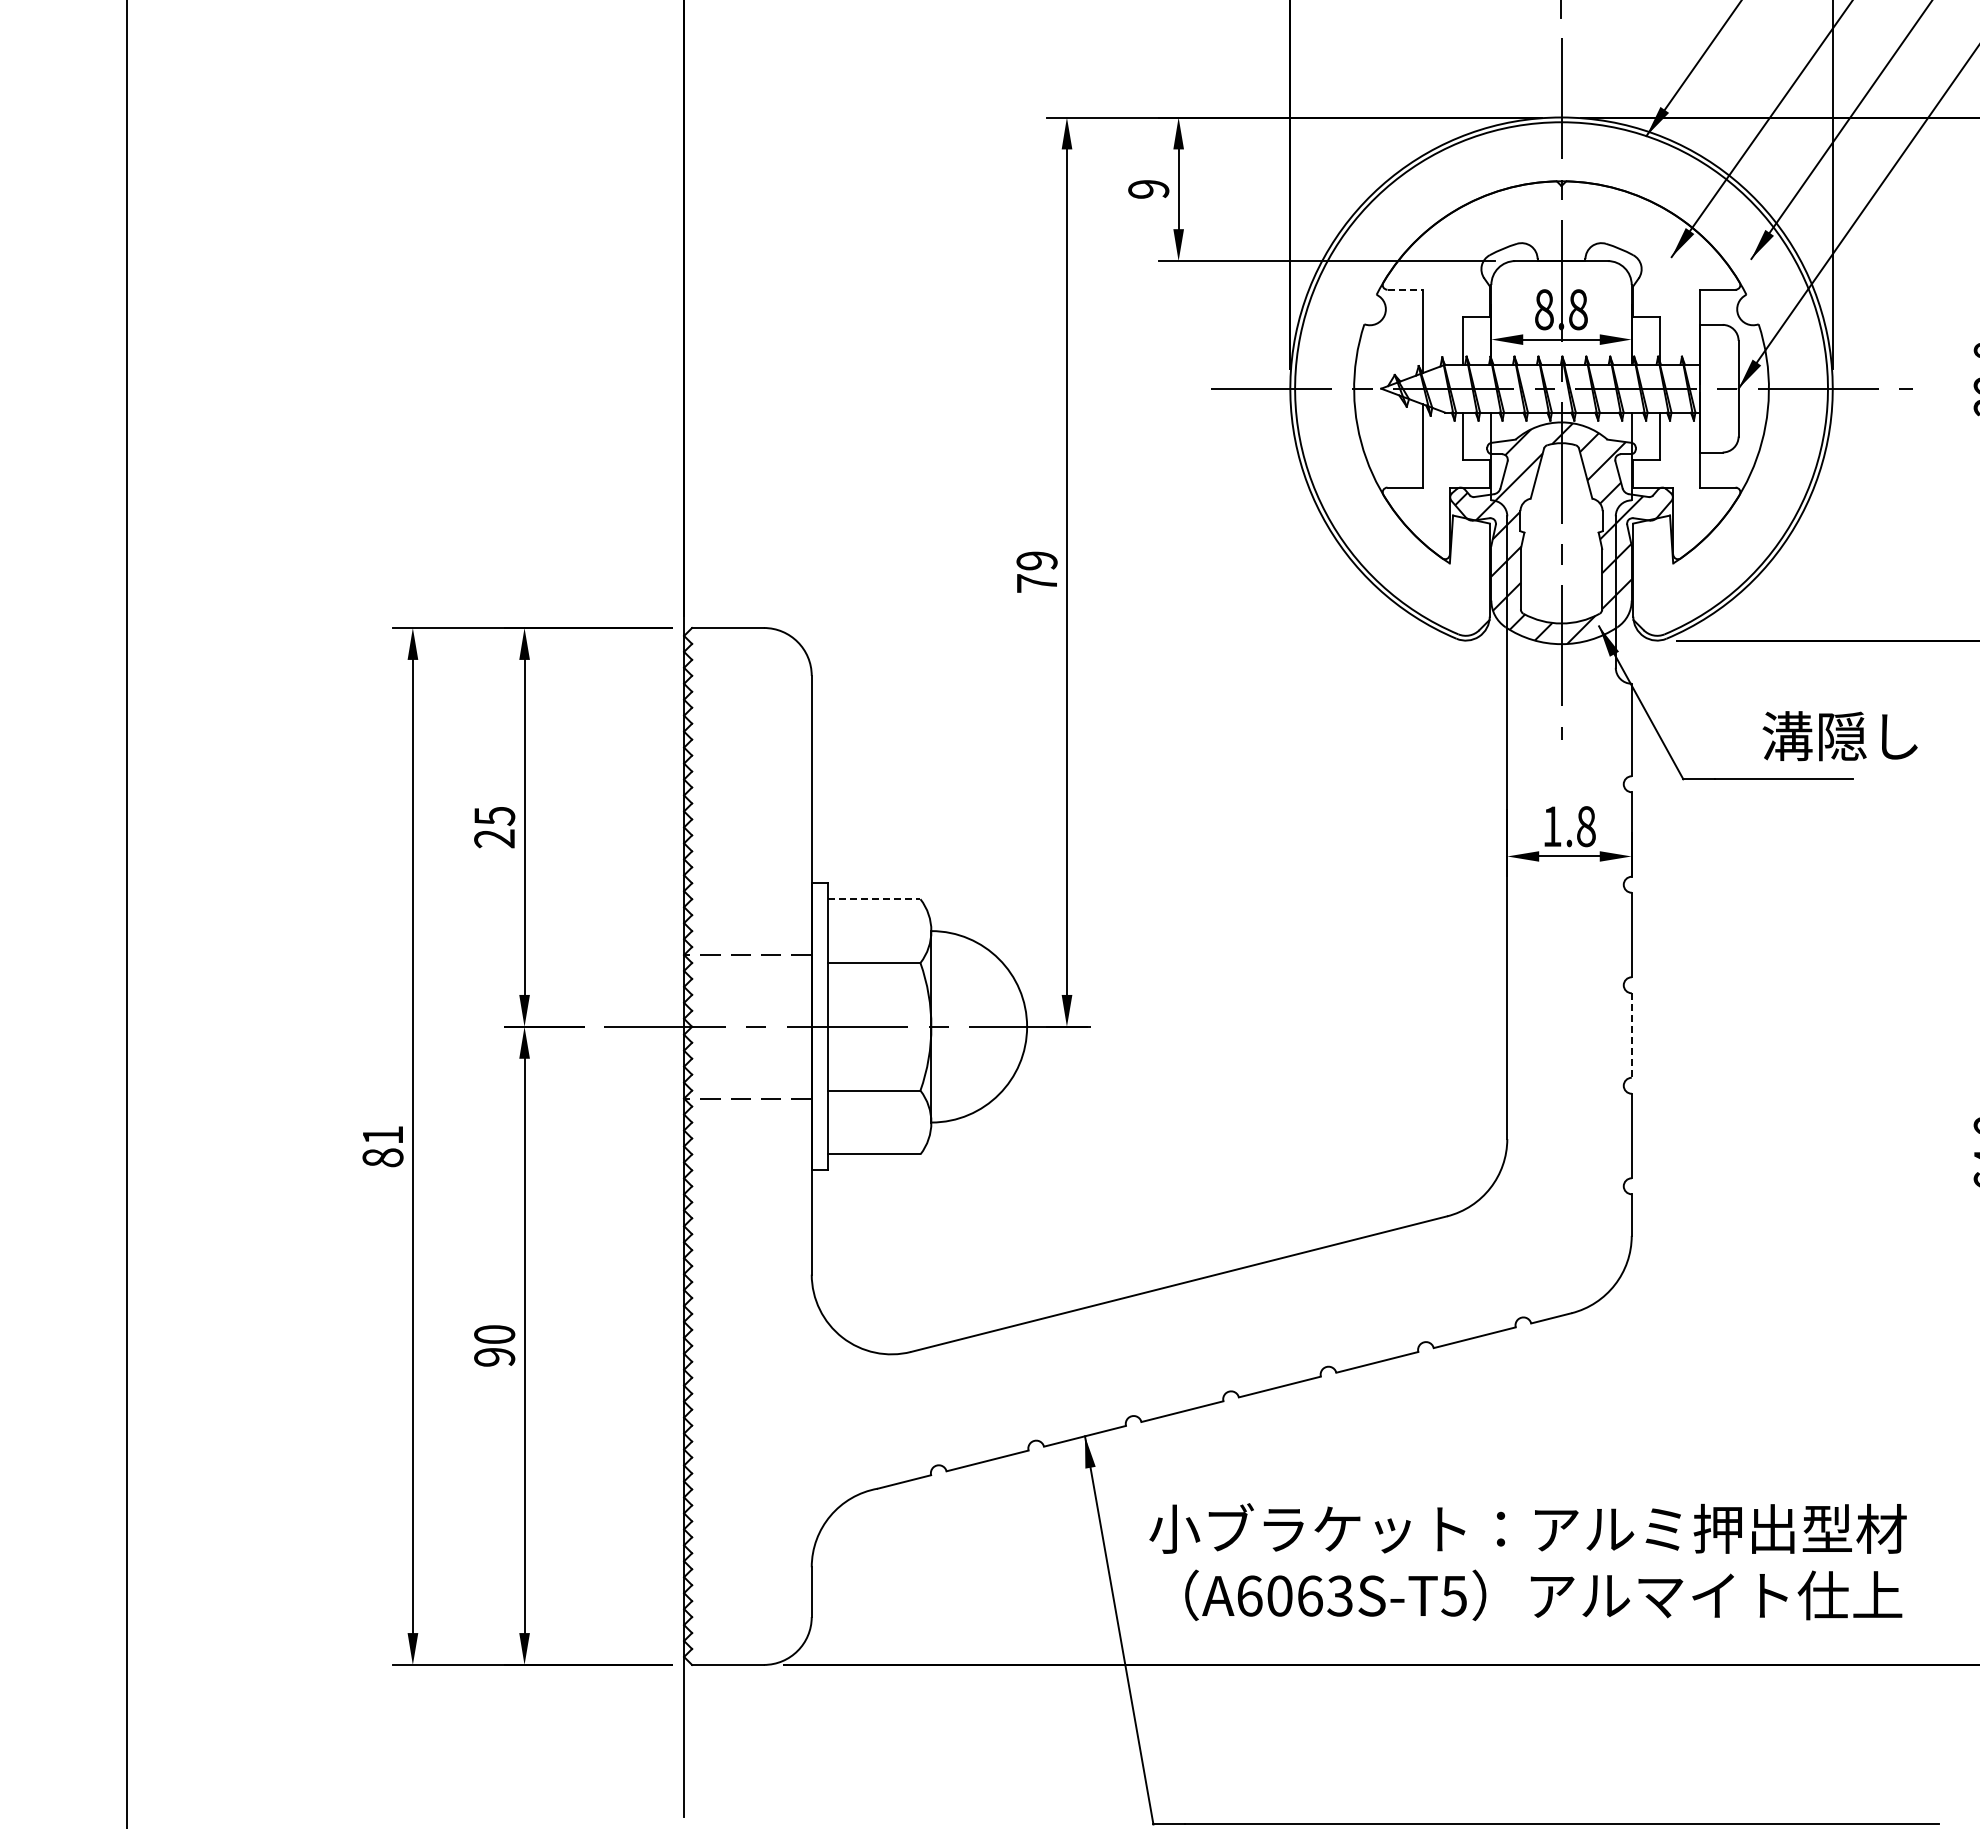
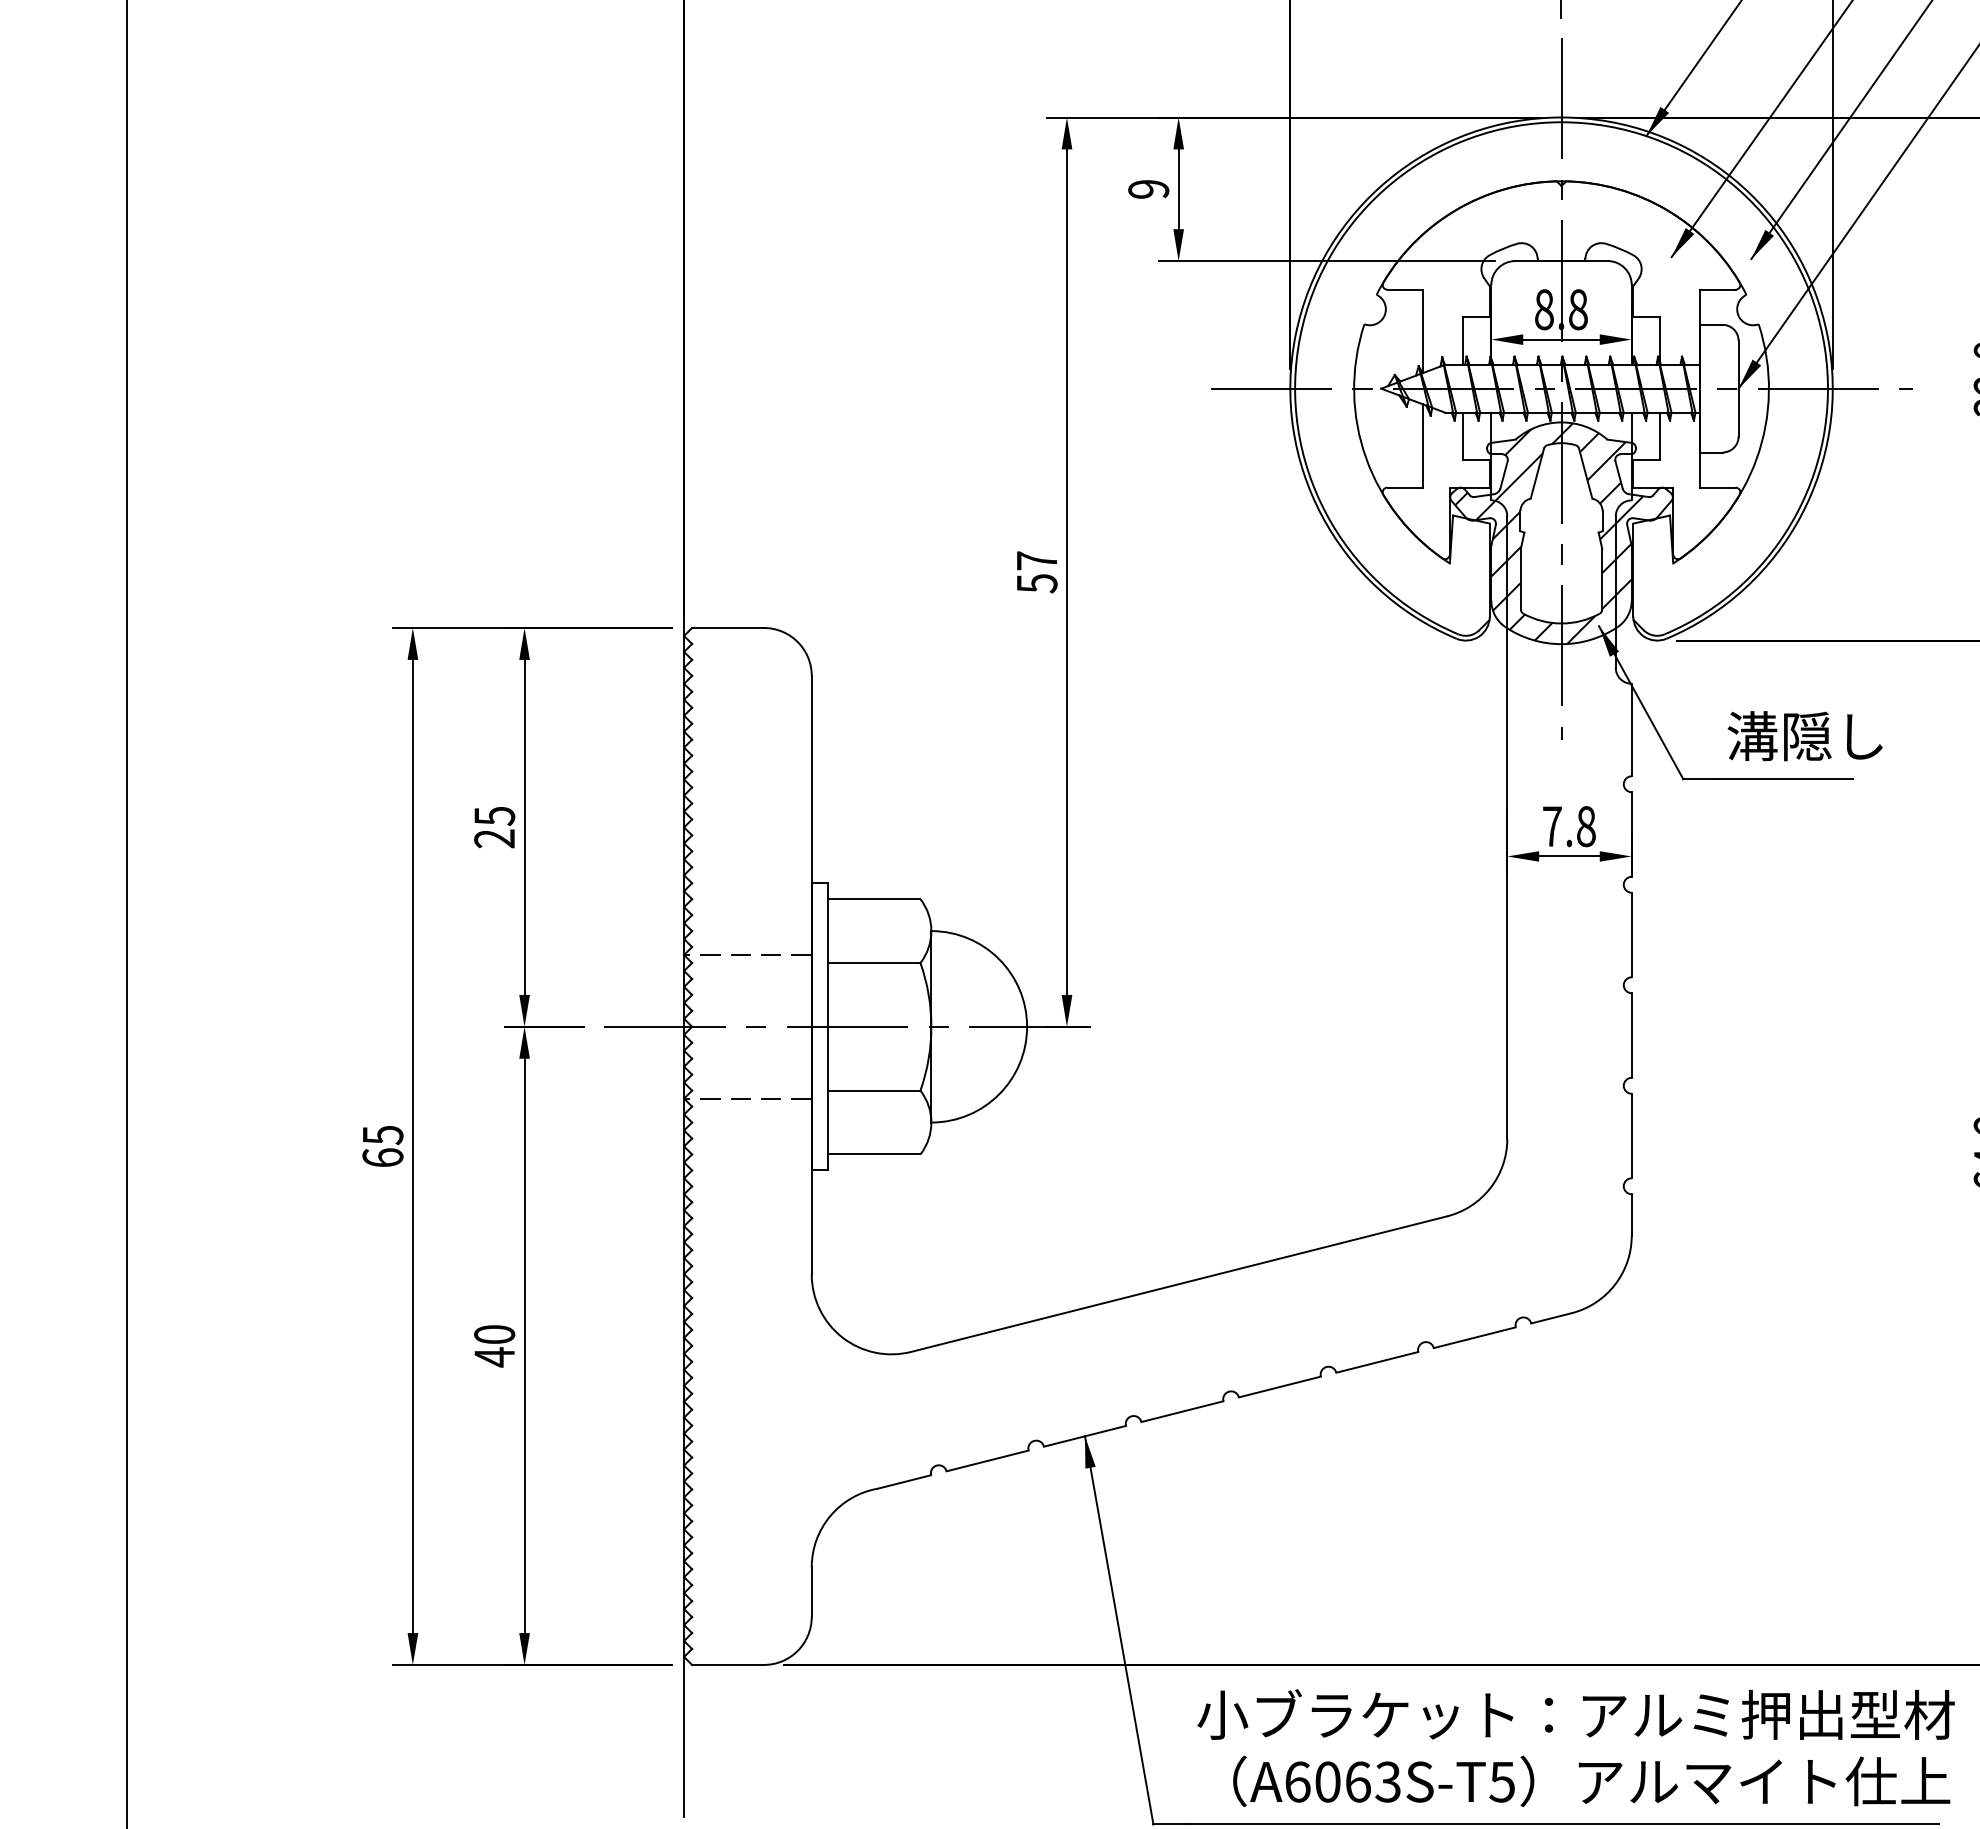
line at (1405, 289): dashed -> solid
text at (1036, 572): 79 -> 57
text at (1839, 736) position: (1839, 736) -> (1804, 736)
text at (1552, 826): 1.8 -> 7.8
line at (874, 899): dashed -> solid
line at (1631, 1036): dashed -> solid
text at (382, 1146): 81 -> 65
text at (494, 1357): 90 -> 40
text at (1527, 1561) position: (1527, 1561) -> (1575, 1747)
